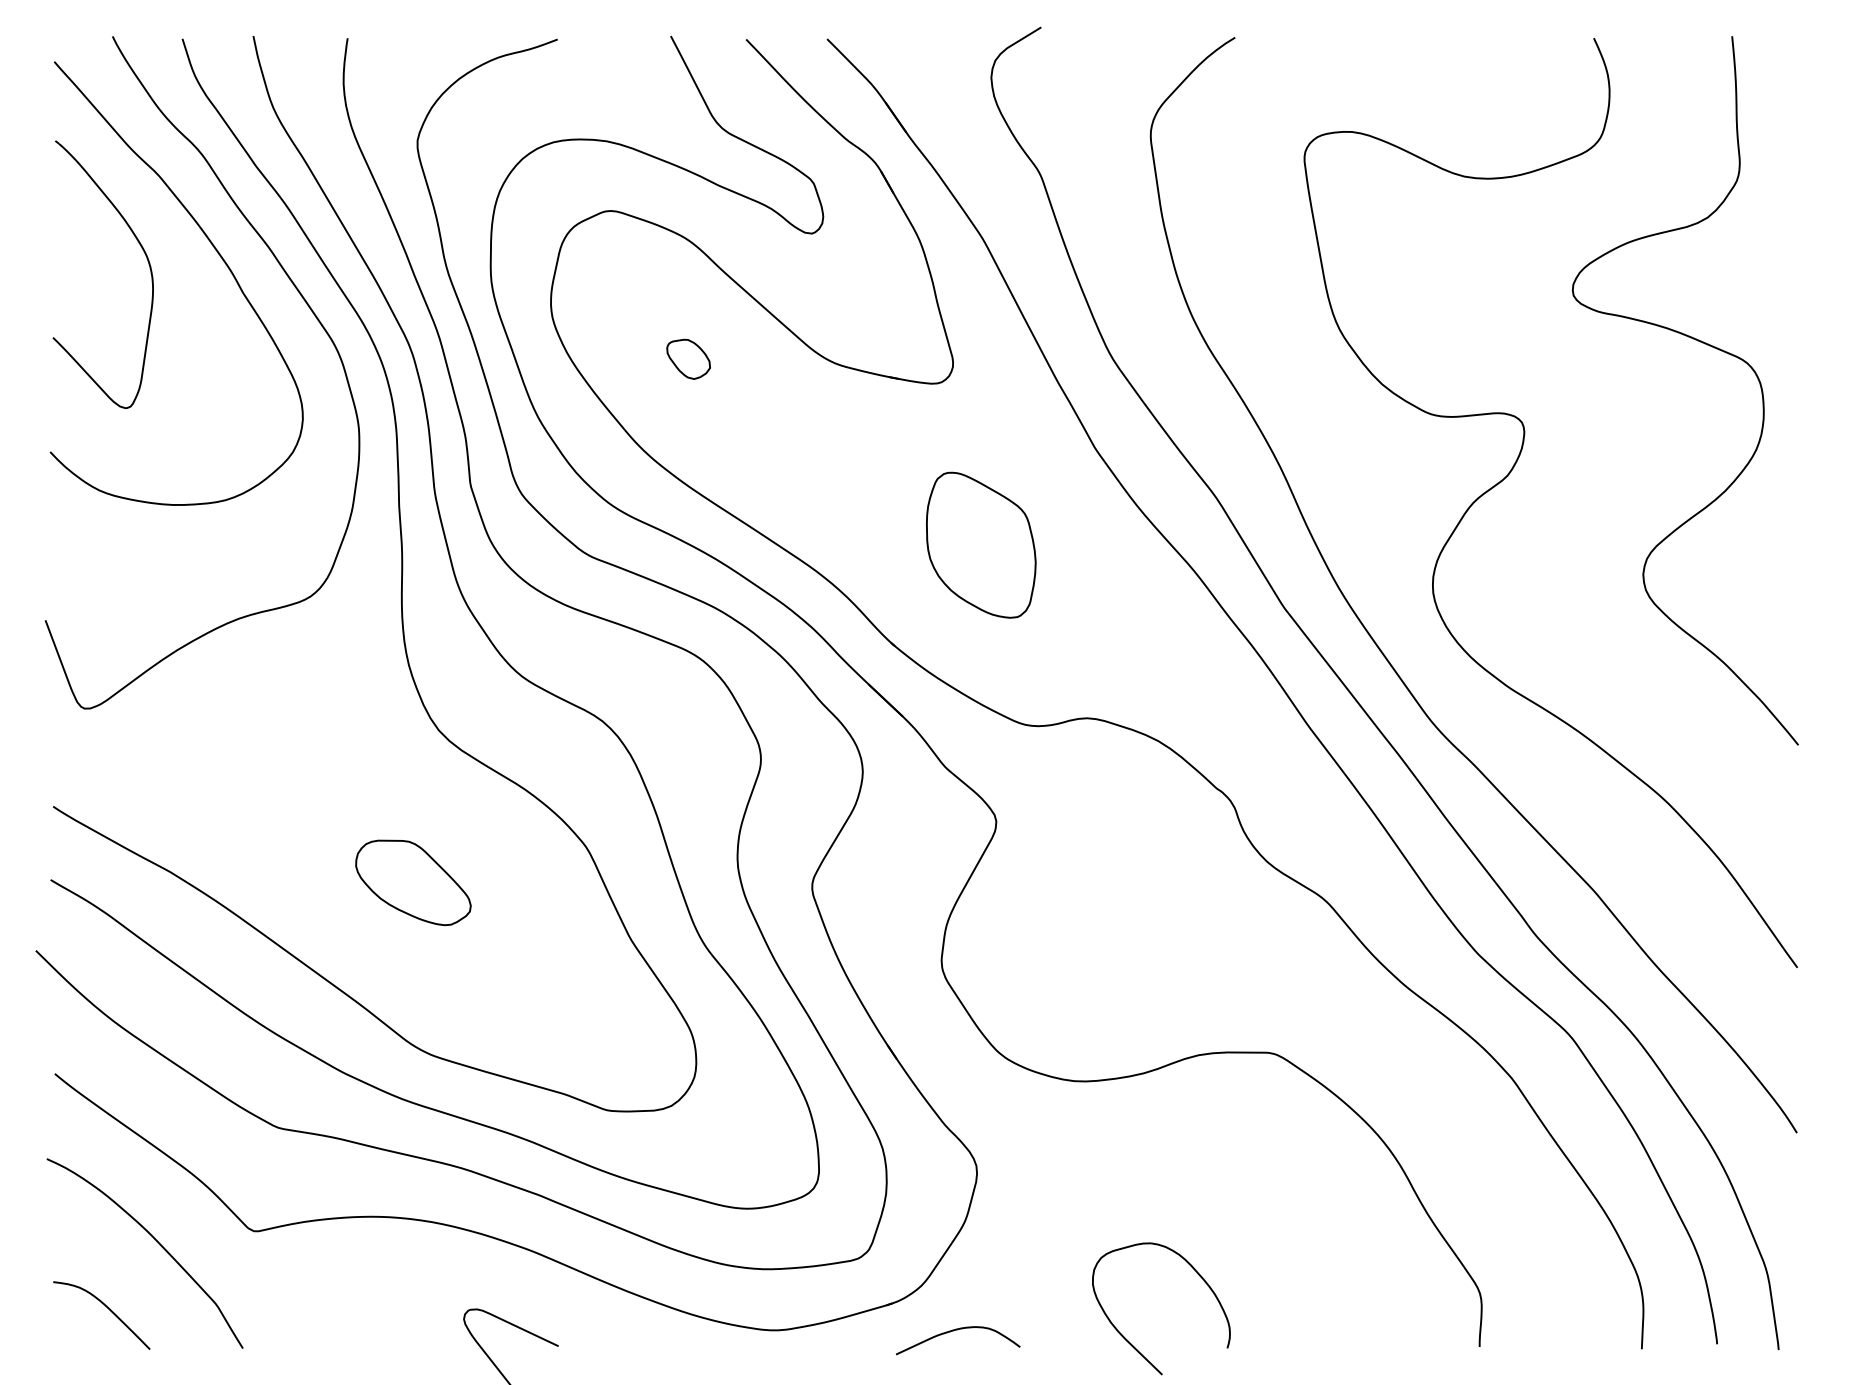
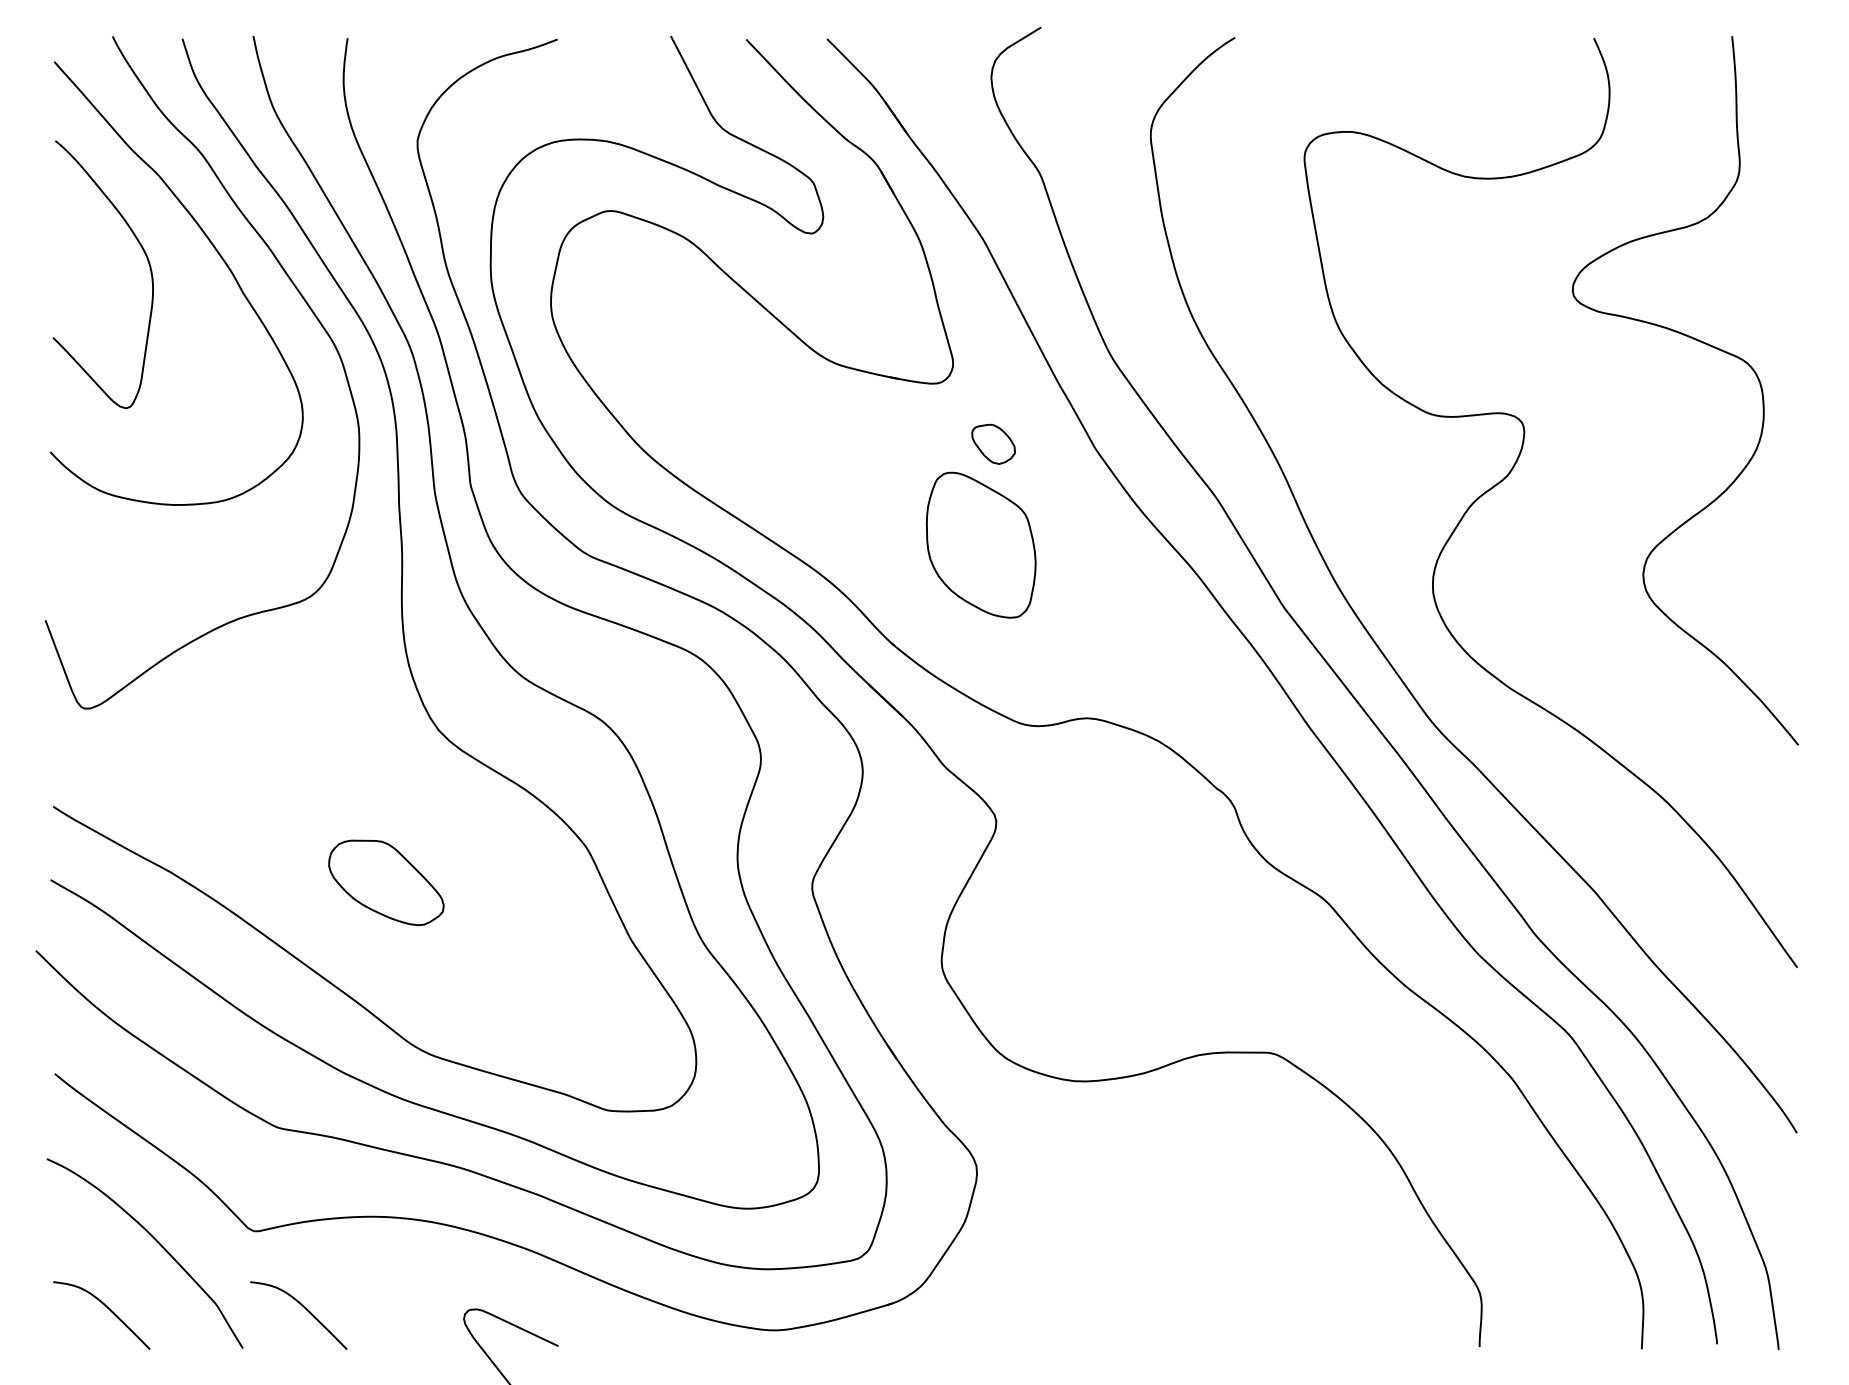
part at (688, 358) position: (688, 358) -> (993, 443)
part at (413, 882) position: (413, 882) -> (386, 882)
curve at (304, 1308): none -> present
curve at (954, 1331): present -> none
part at (1128, 1340): present -> none
